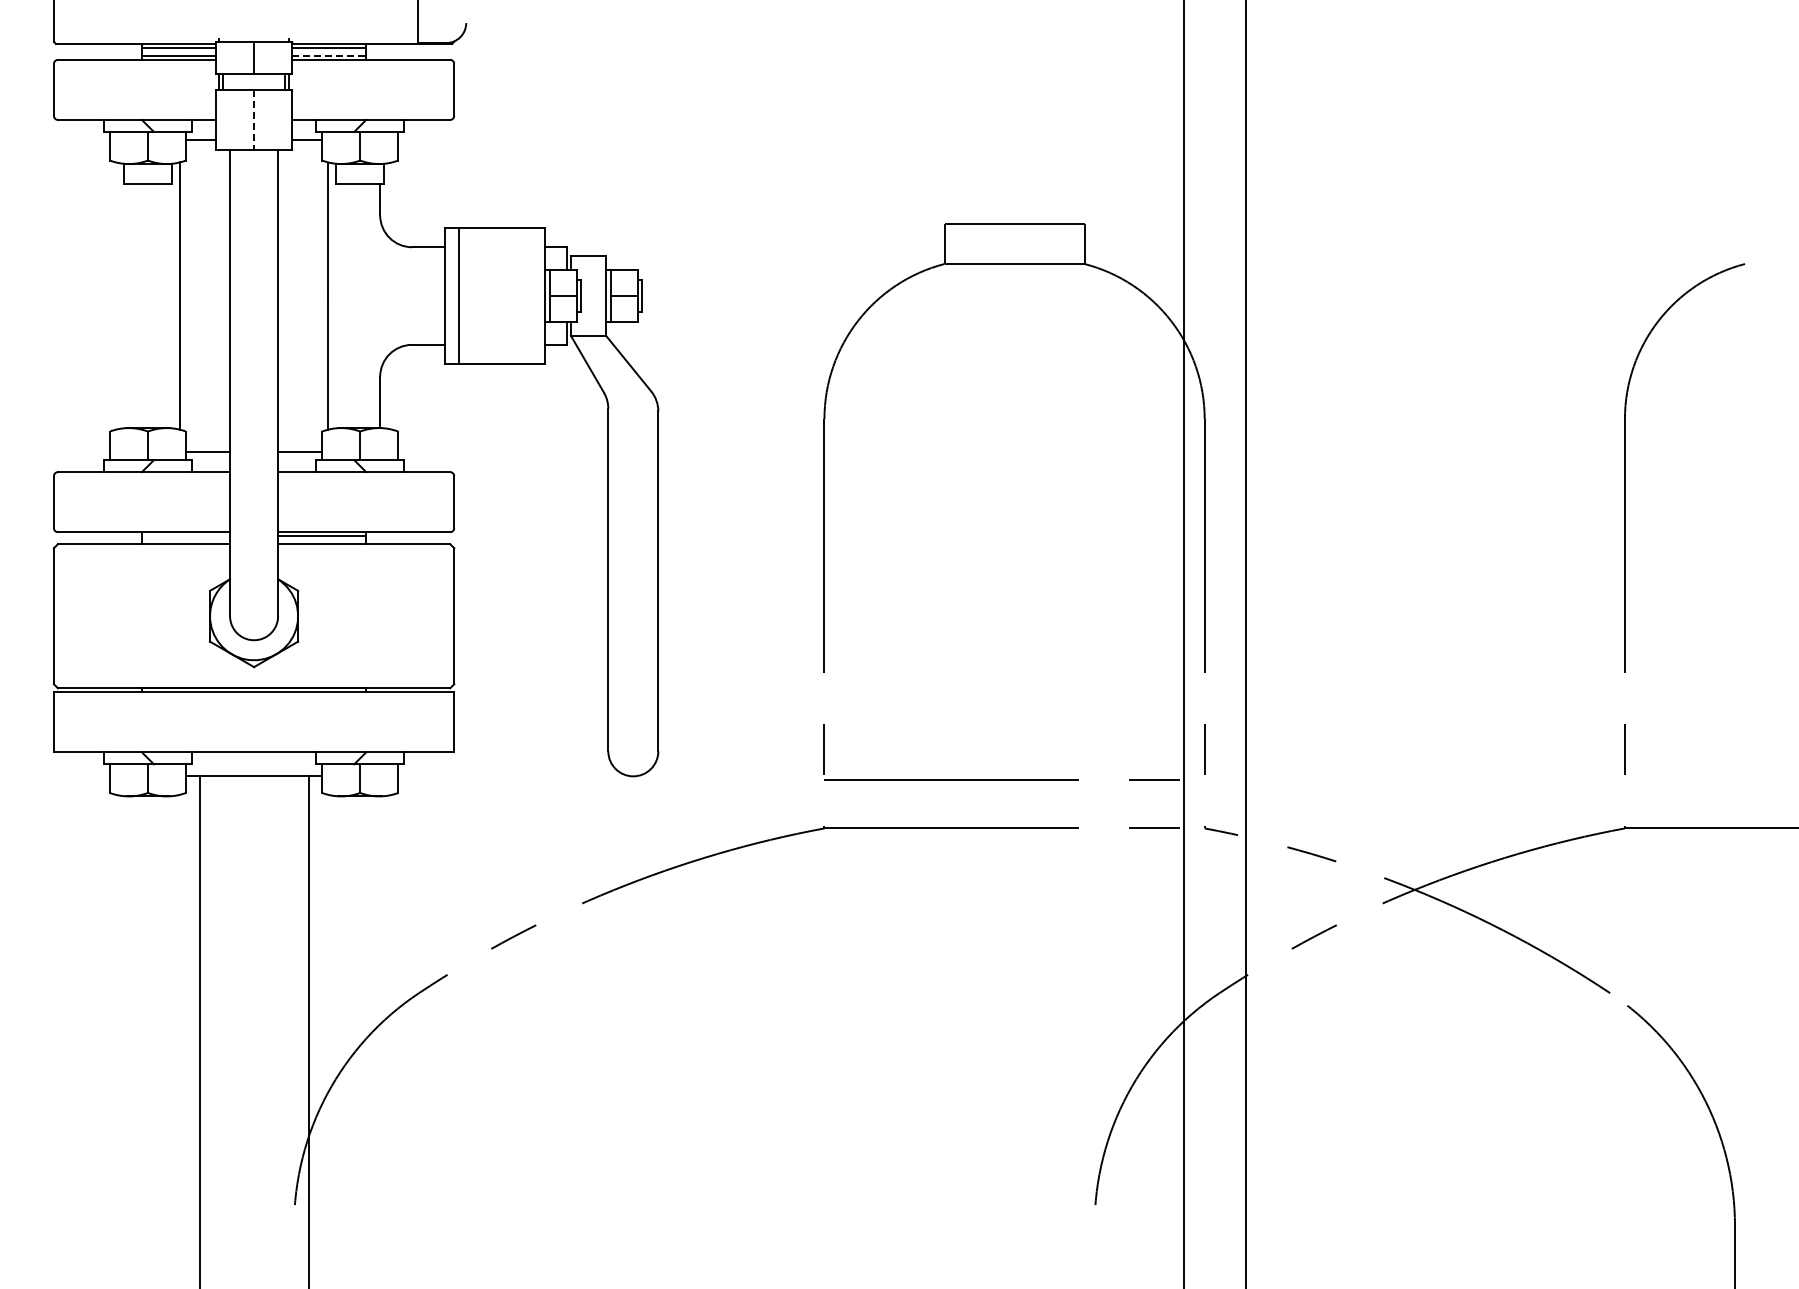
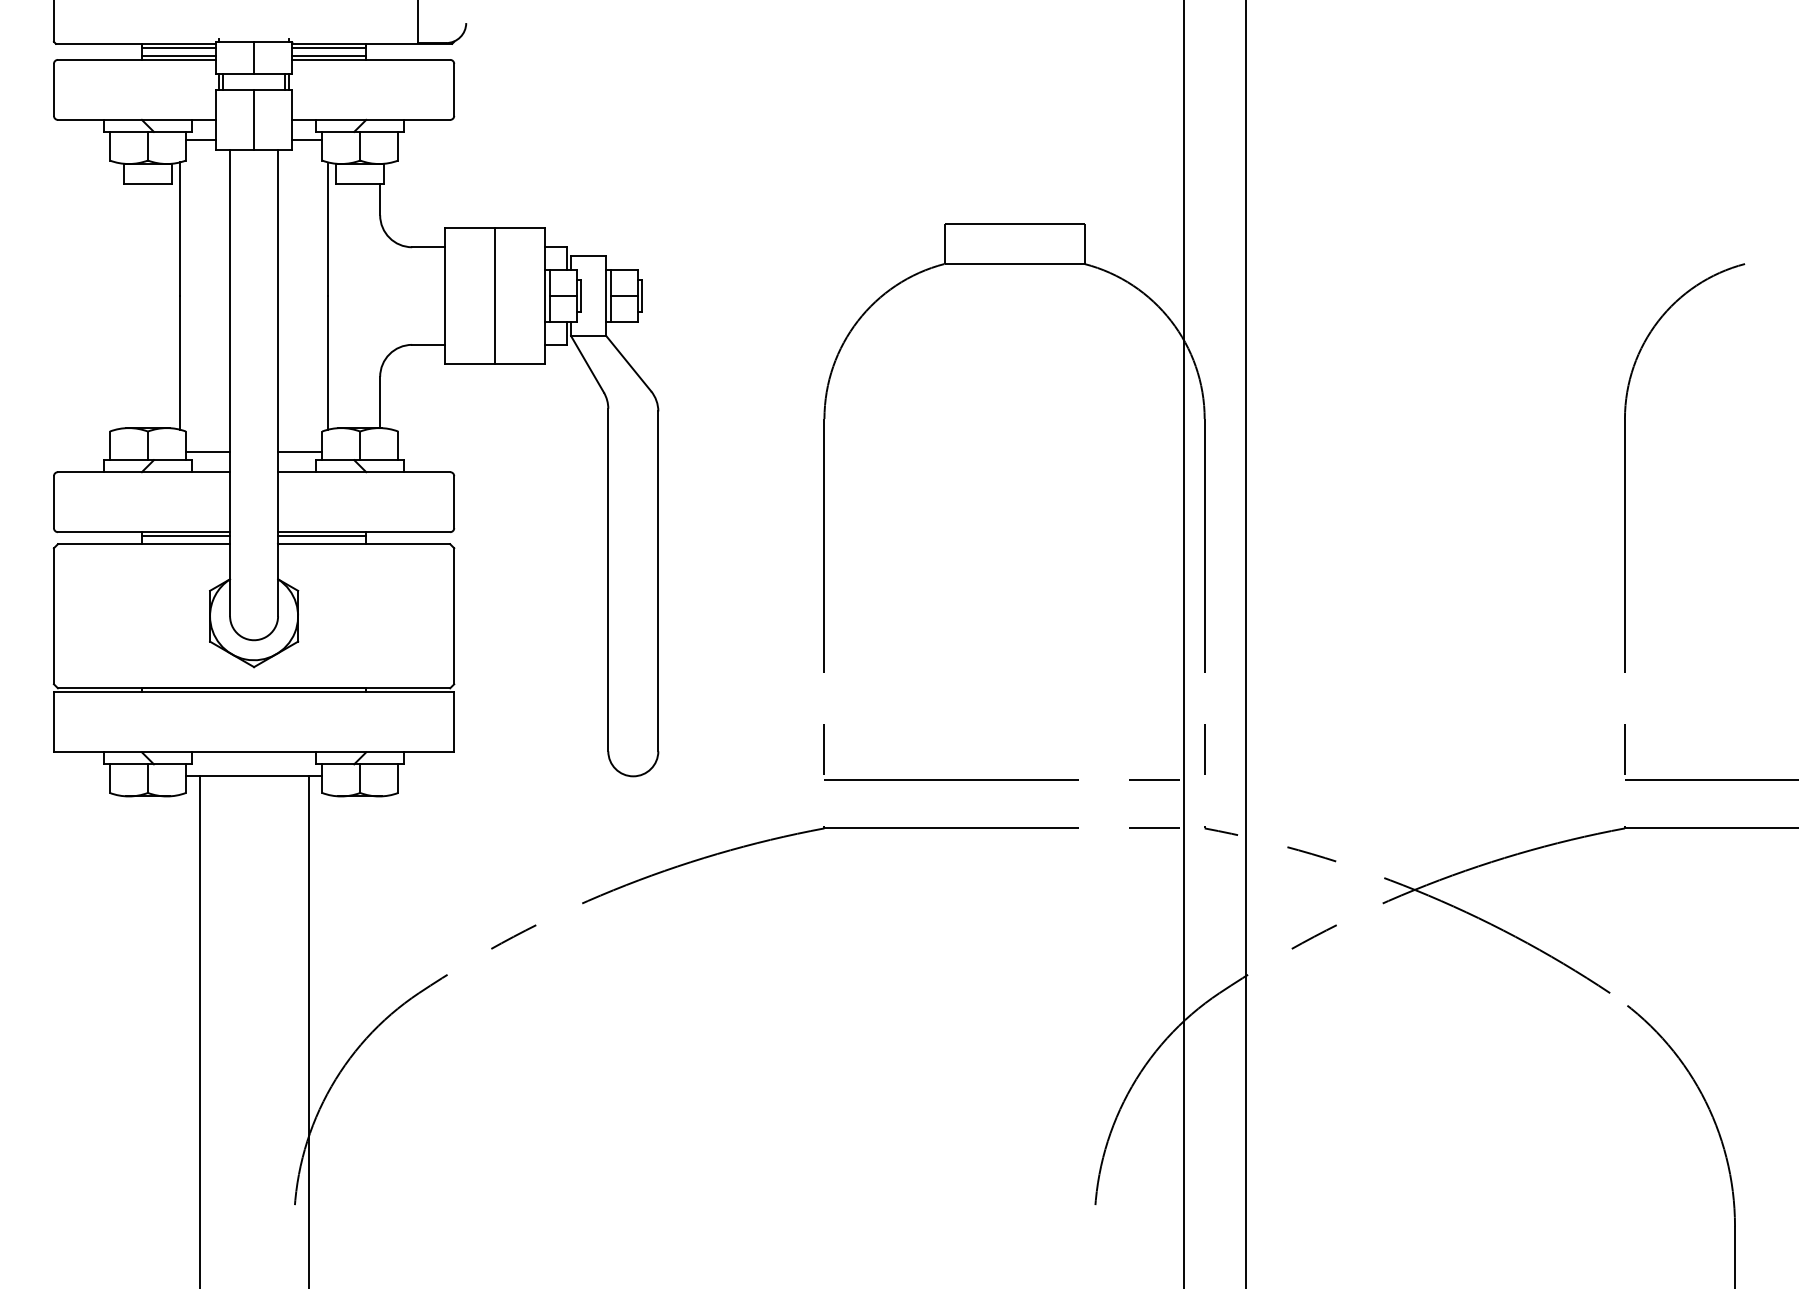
line at (329, 55): dashed -> solid
line at (254, 120): dashed -> solid
line at (459, 296) position: (459, 296) -> (495, 296)
line at (186, 536): none -> present
line at (1709, 780): none -> present
